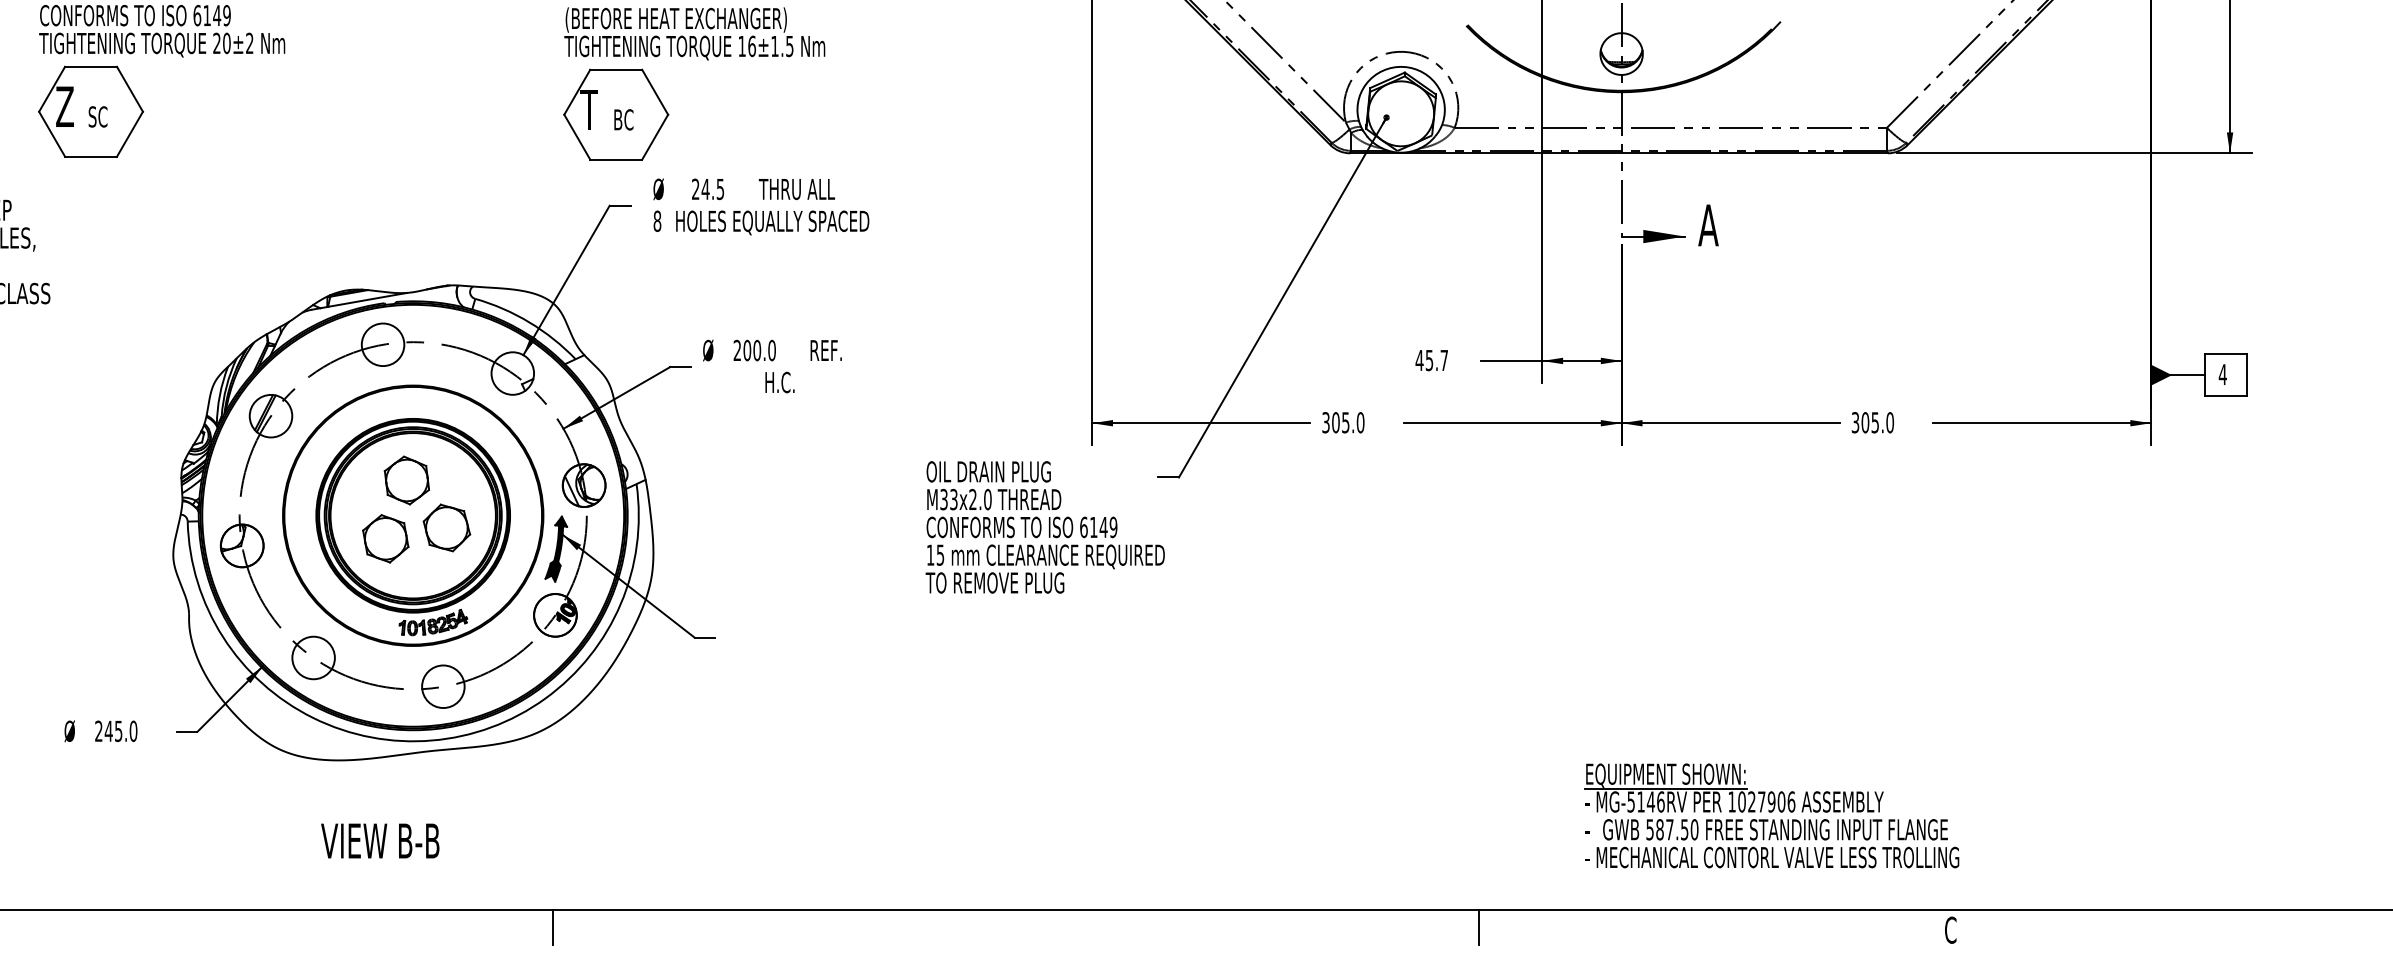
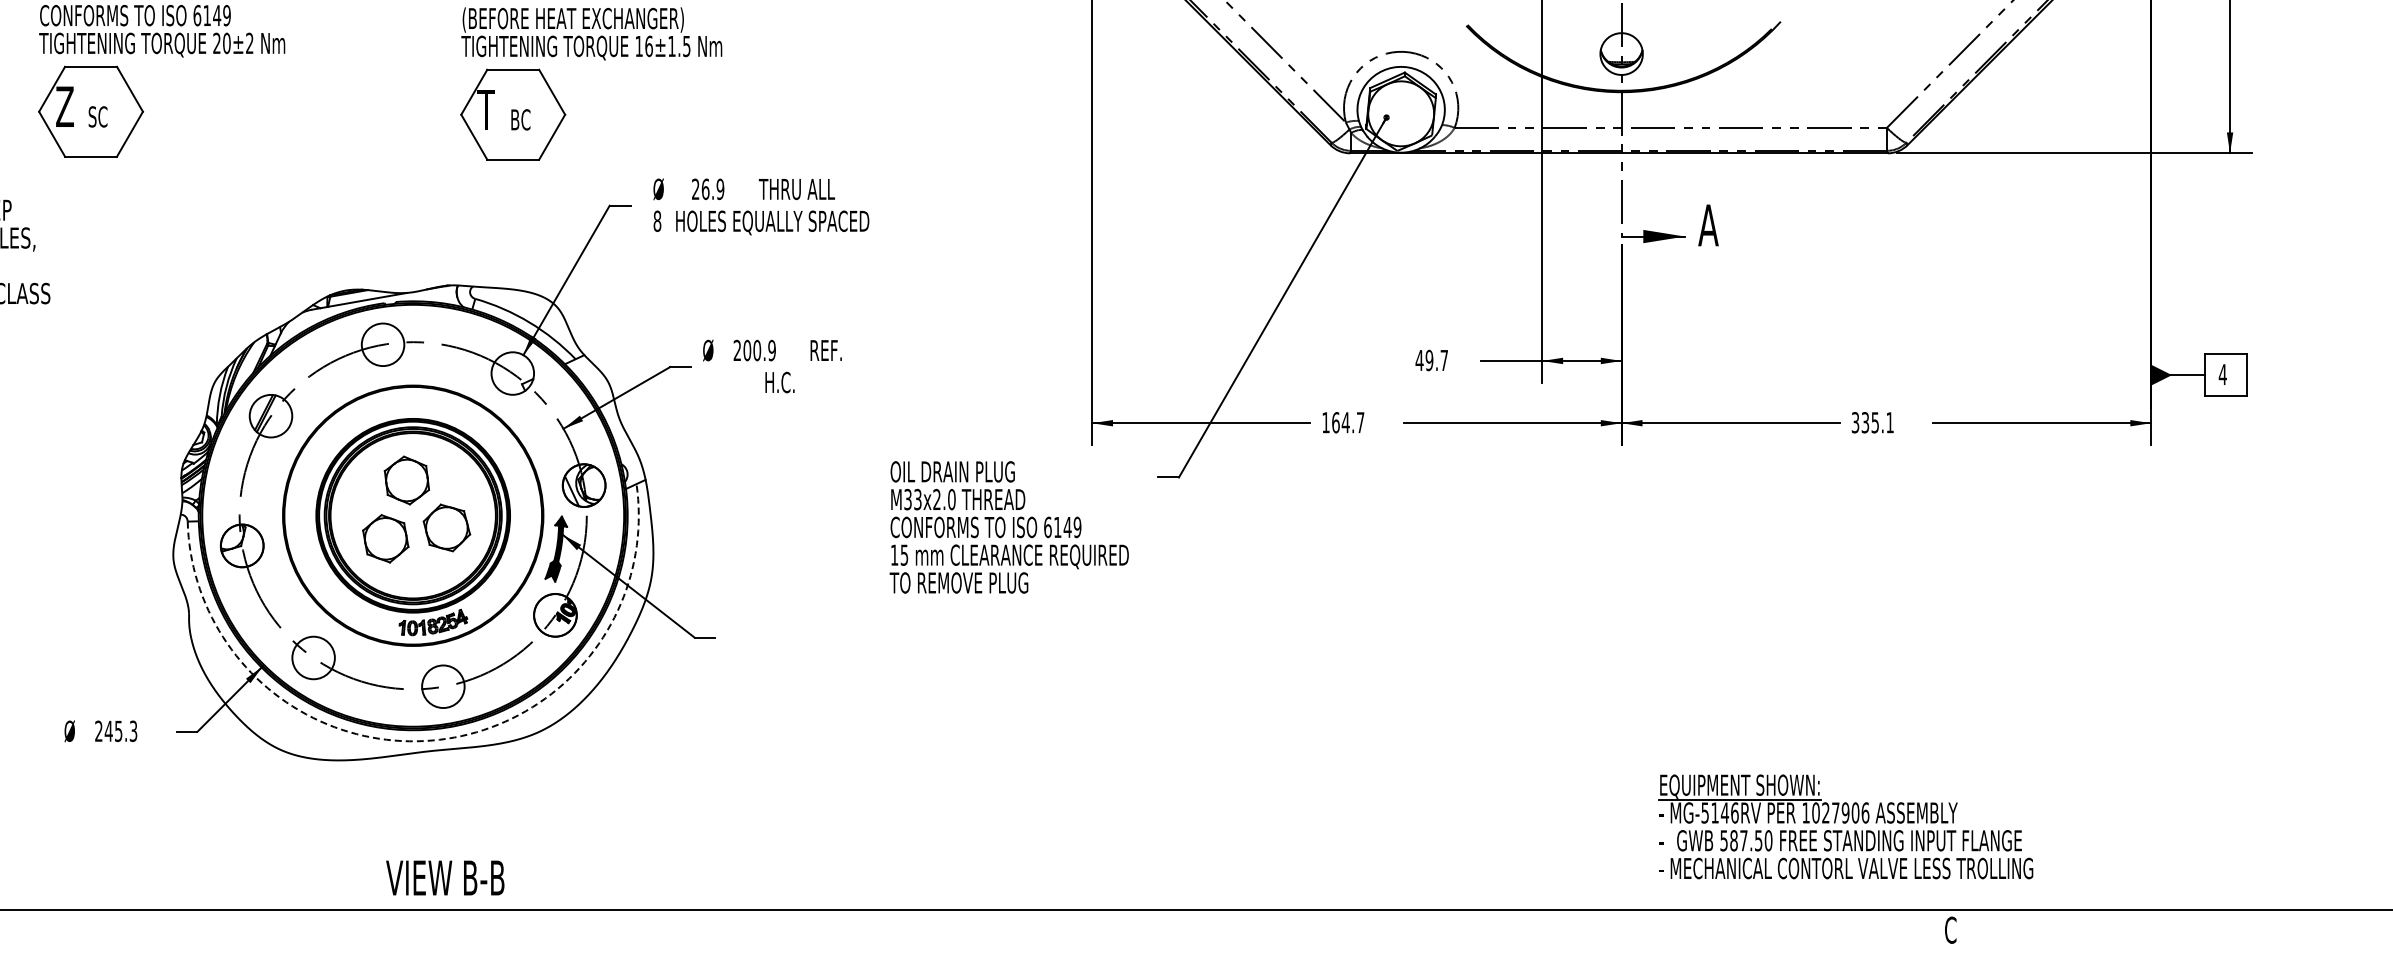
part at (707, 60) position: (707, 60) -> (604, 60)
text at (712, 188): 24.5 -> 26.9
text at (771, 350): 200.0 -> 200.9
text at (1429, 359): 45.7 -> 49.7
text at (1343, 422): 305.0 -> 164.7
text at (1877, 422): 305.0 -> 335.1
text at (1044, 527) position: (1044, 527) -> (1008, 527)
text at (133, 730): 245.0 -> 245.3
arc at (432, 740): solid -> dashed
part at (1771, 815) position: (1771, 815) -> (1845, 826)
text at (380, 840) position: (380, 840) -> (445, 877)
line at (553, 927): present -> none
line at (1479, 927): present -> none
